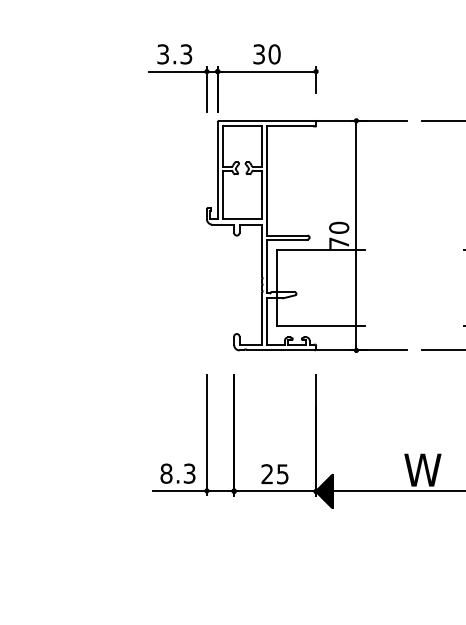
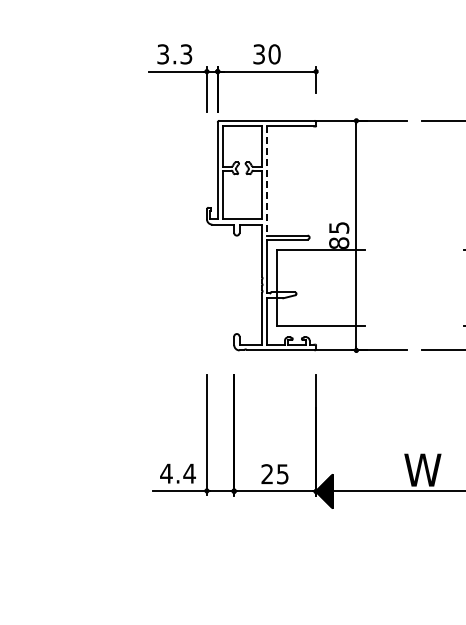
line at (266, 180): solid -> dashed
text at (339, 234): 70 -> 85
text at (177, 473): 8.3 -> 4.4
